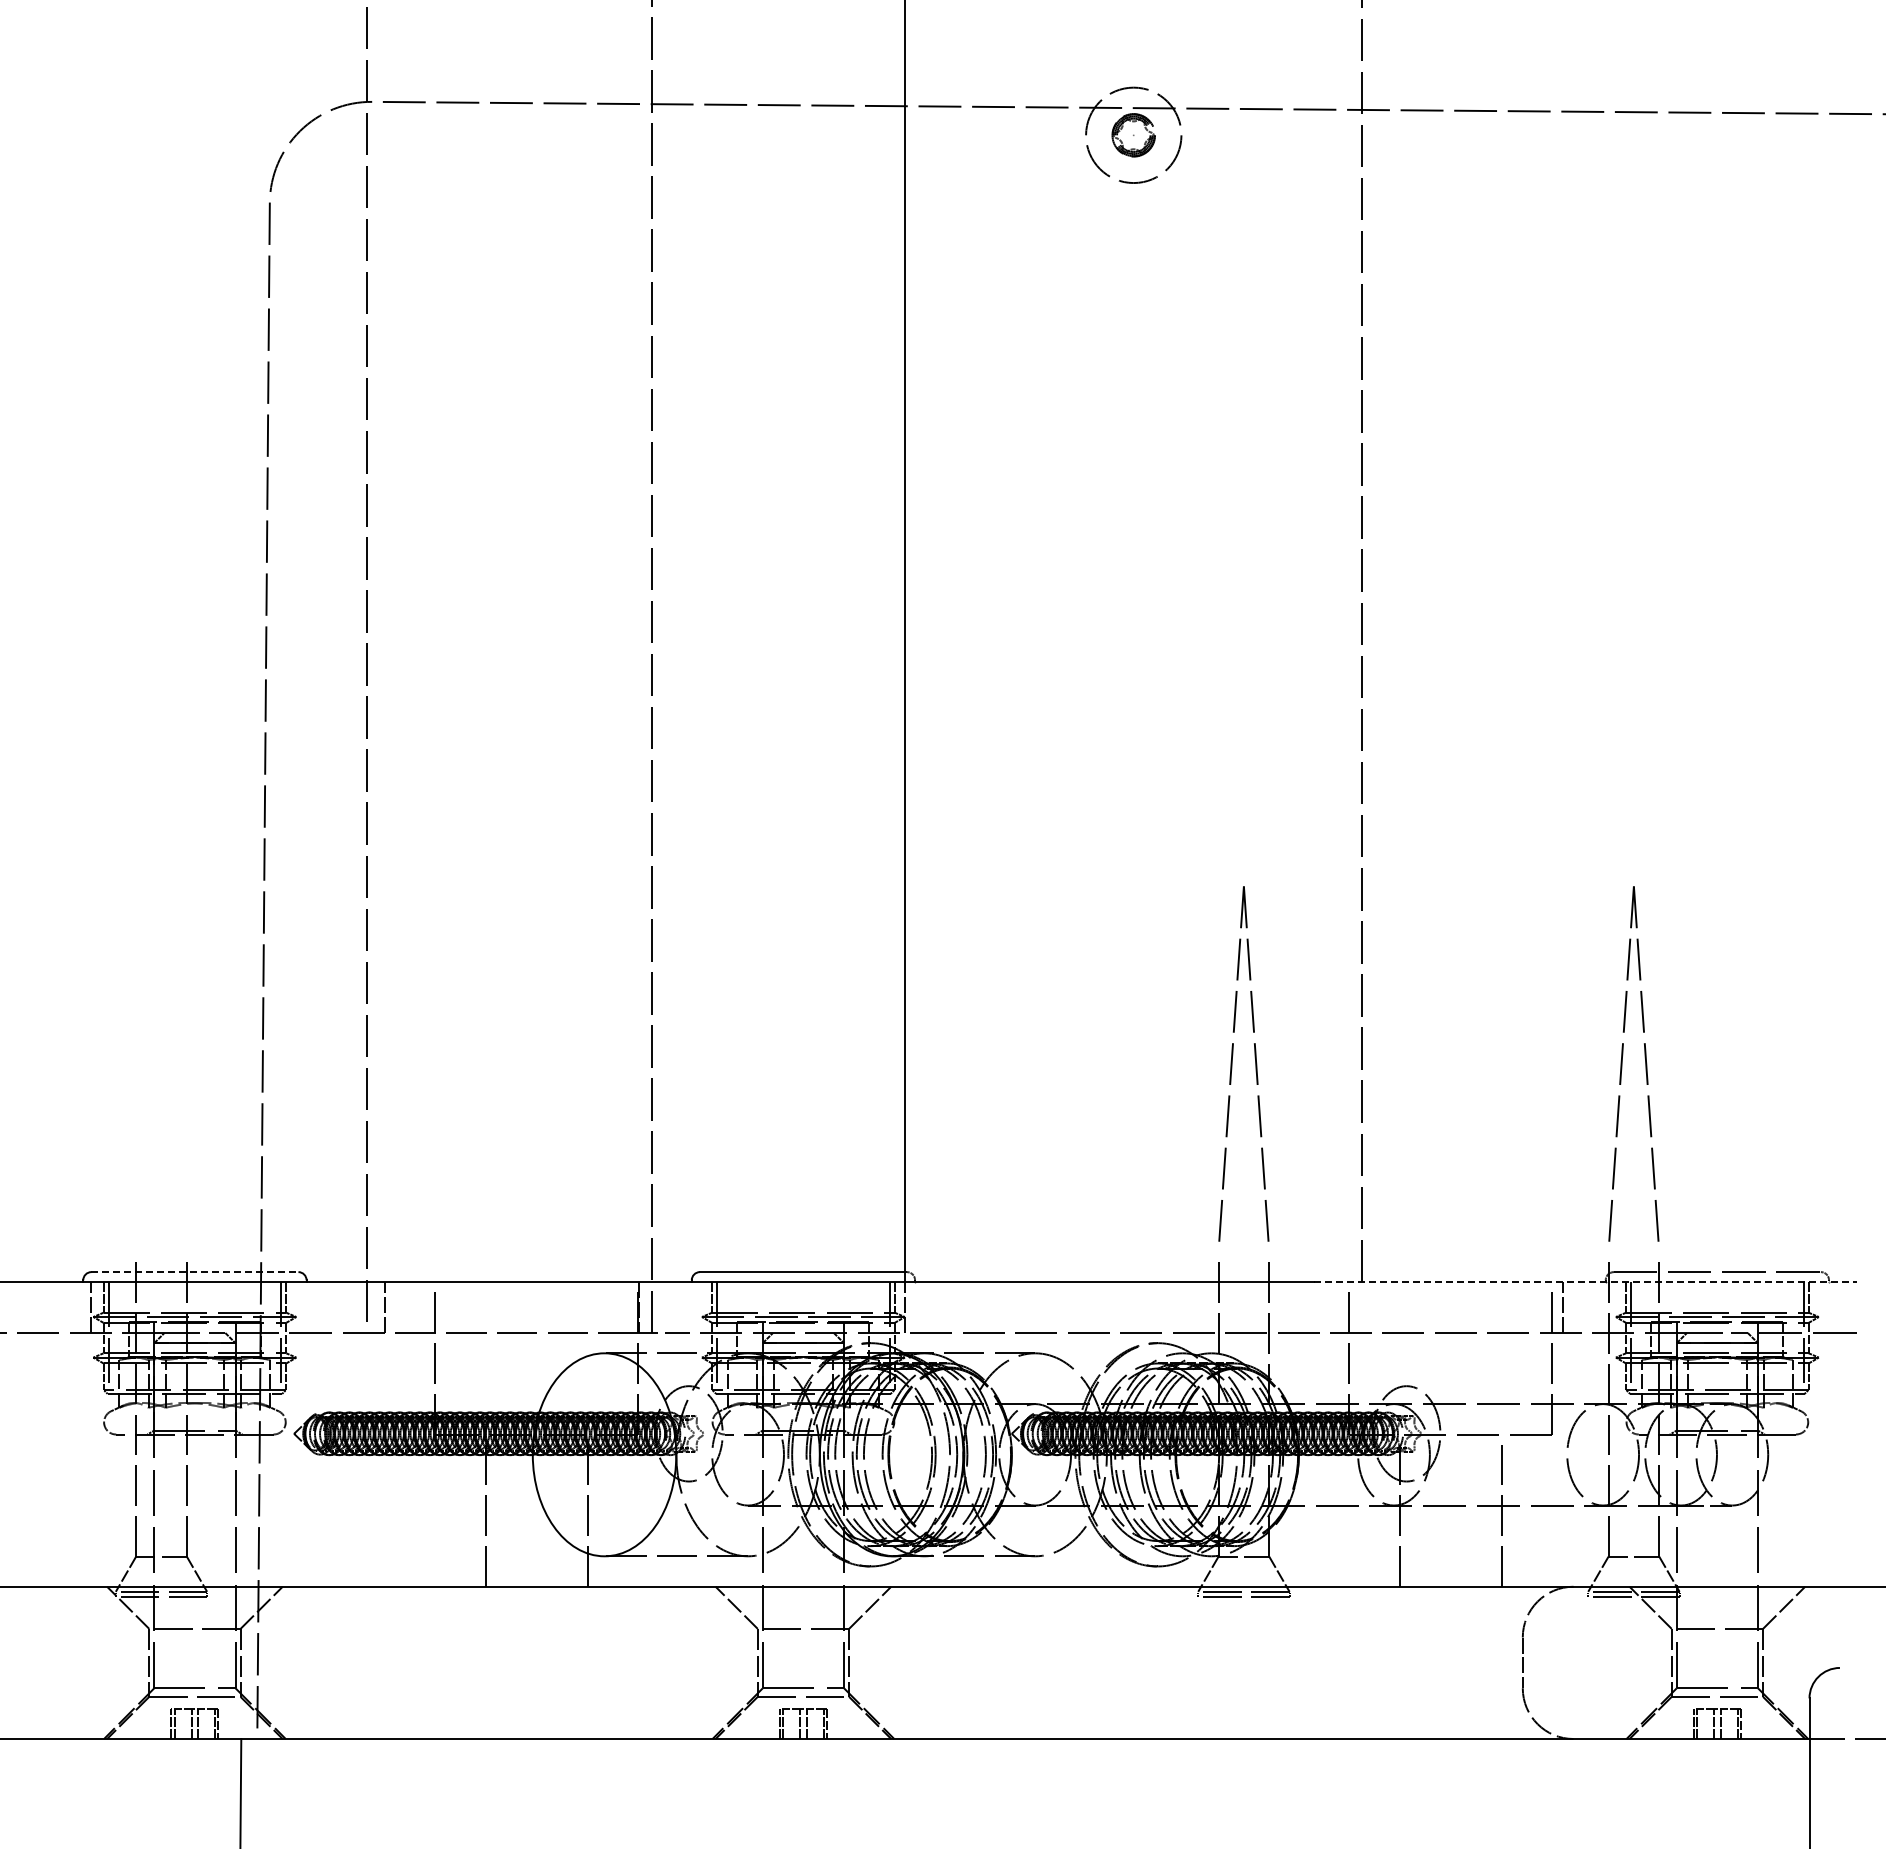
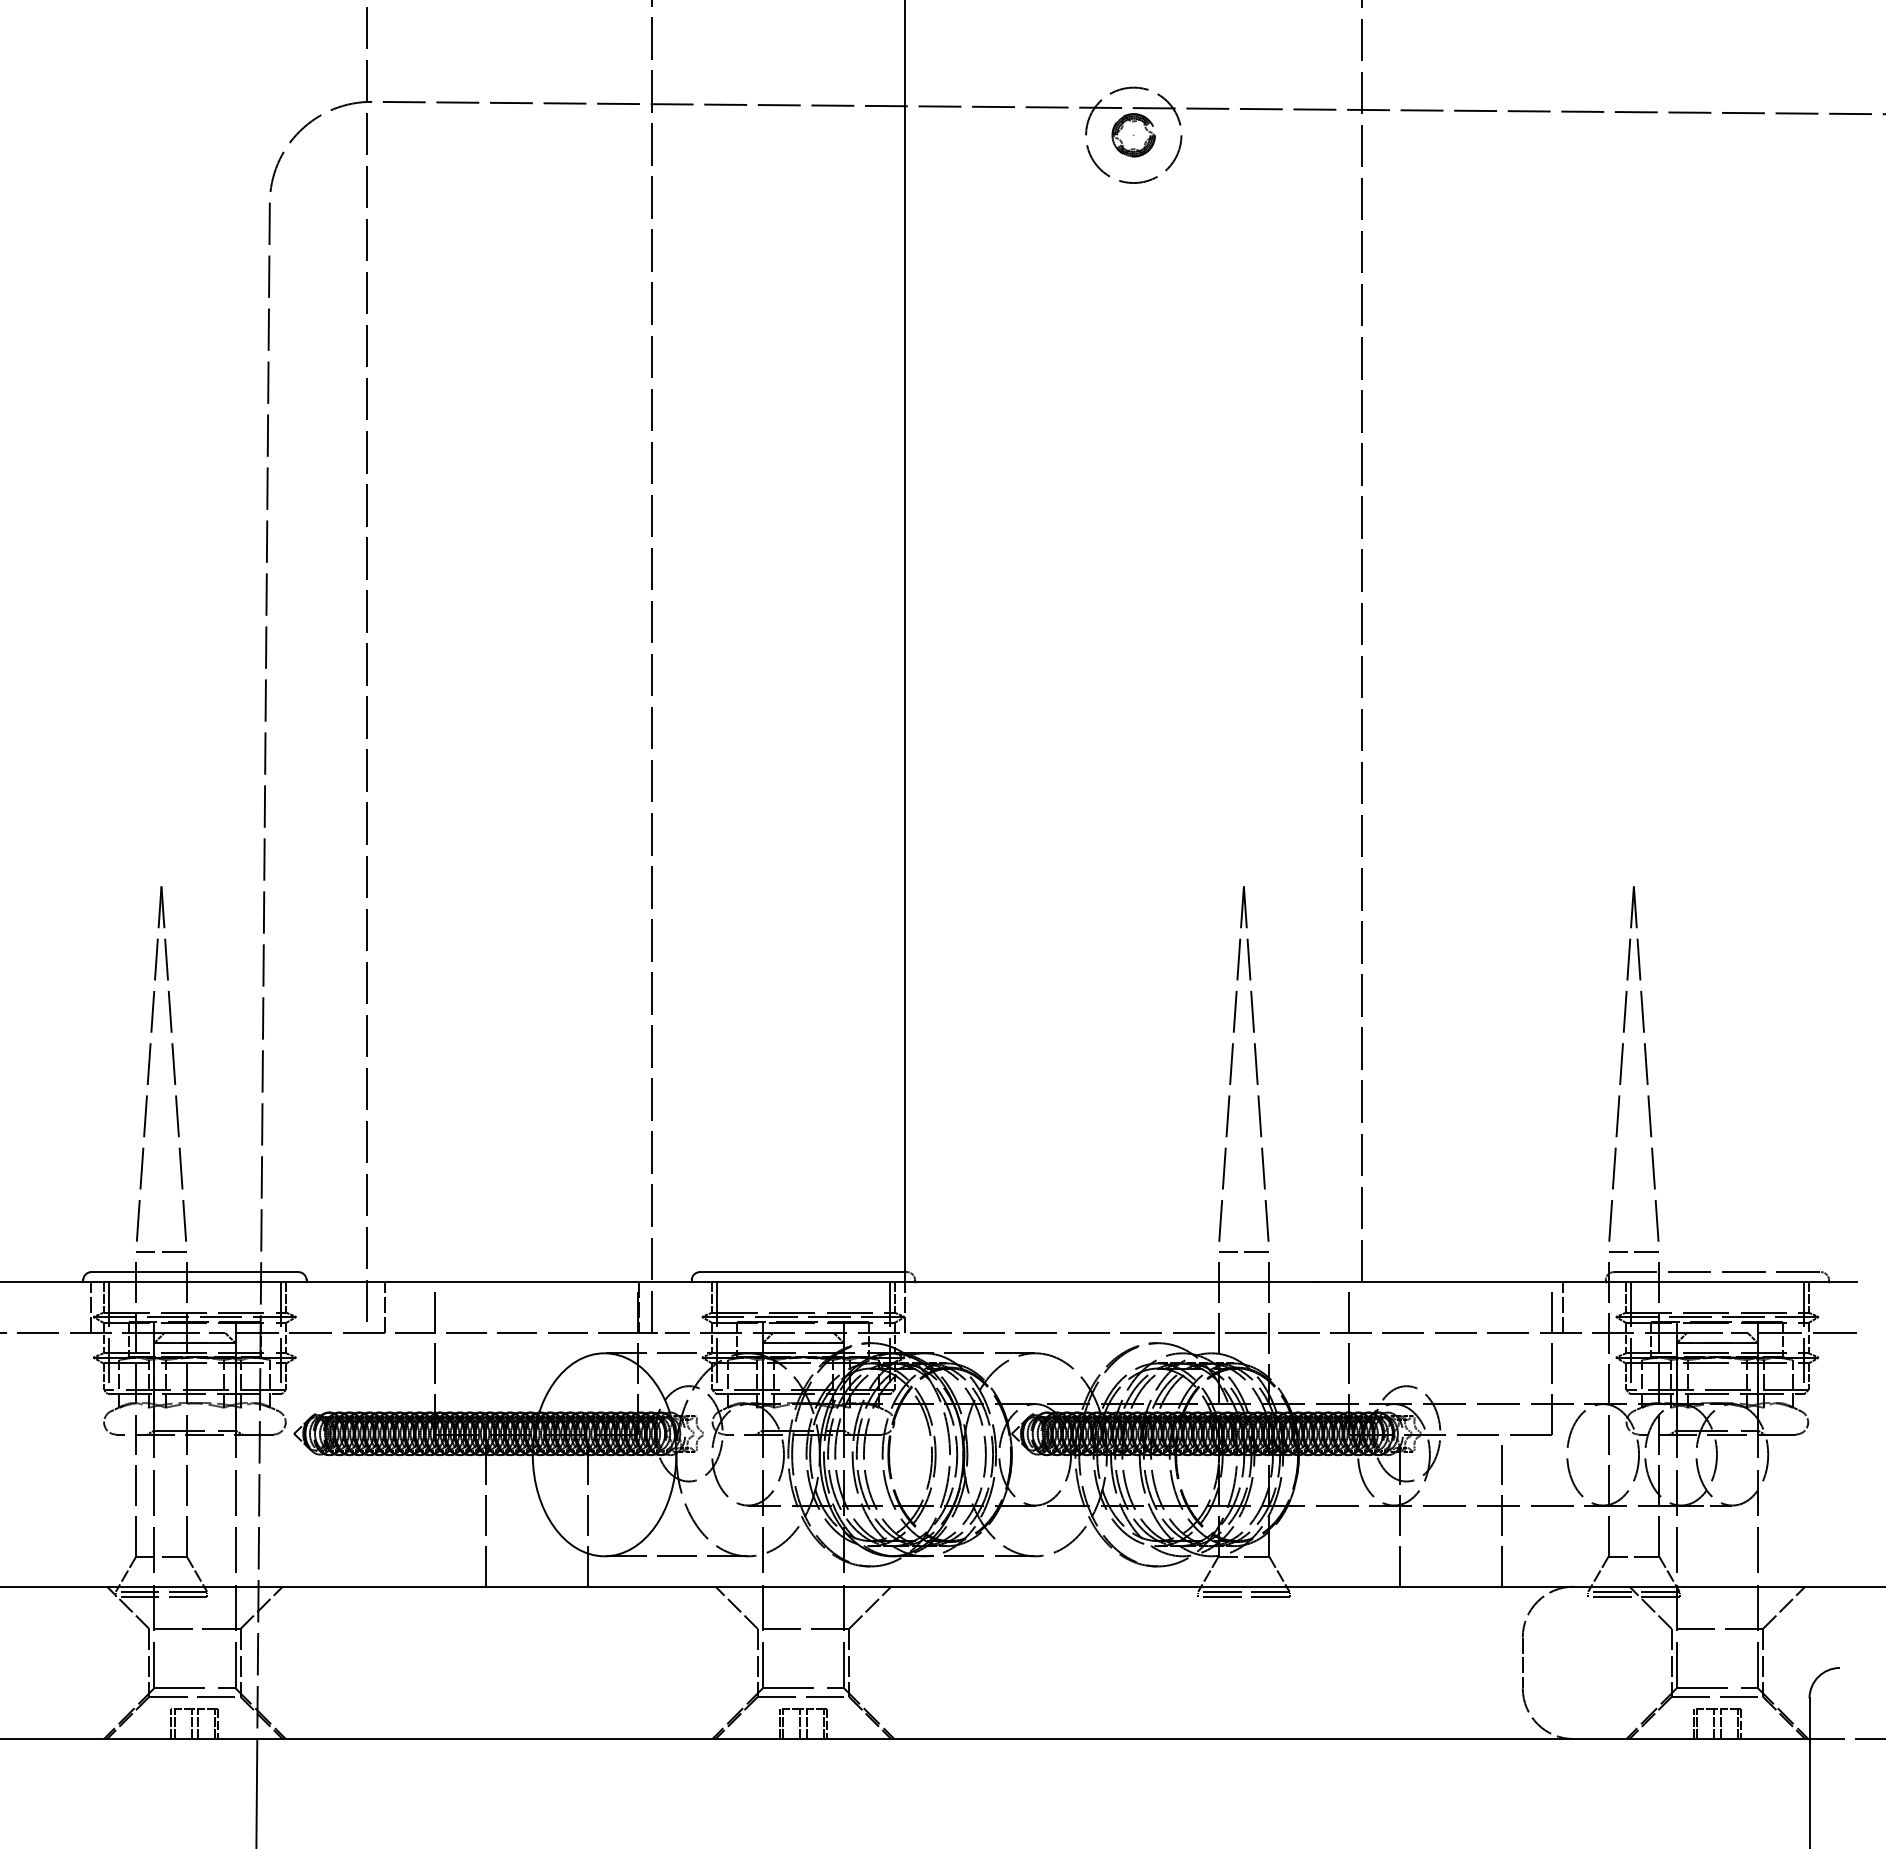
part at (149, 1069): none -> present
line at (1243, 1252): none -> present
line at (1633, 1252): none -> present
line at (194, 1272): dashed -> solid
line at (1585, 1282): dashed -> solid
line at (240, 1792) position: (240, 1792) -> (256, 1792)
